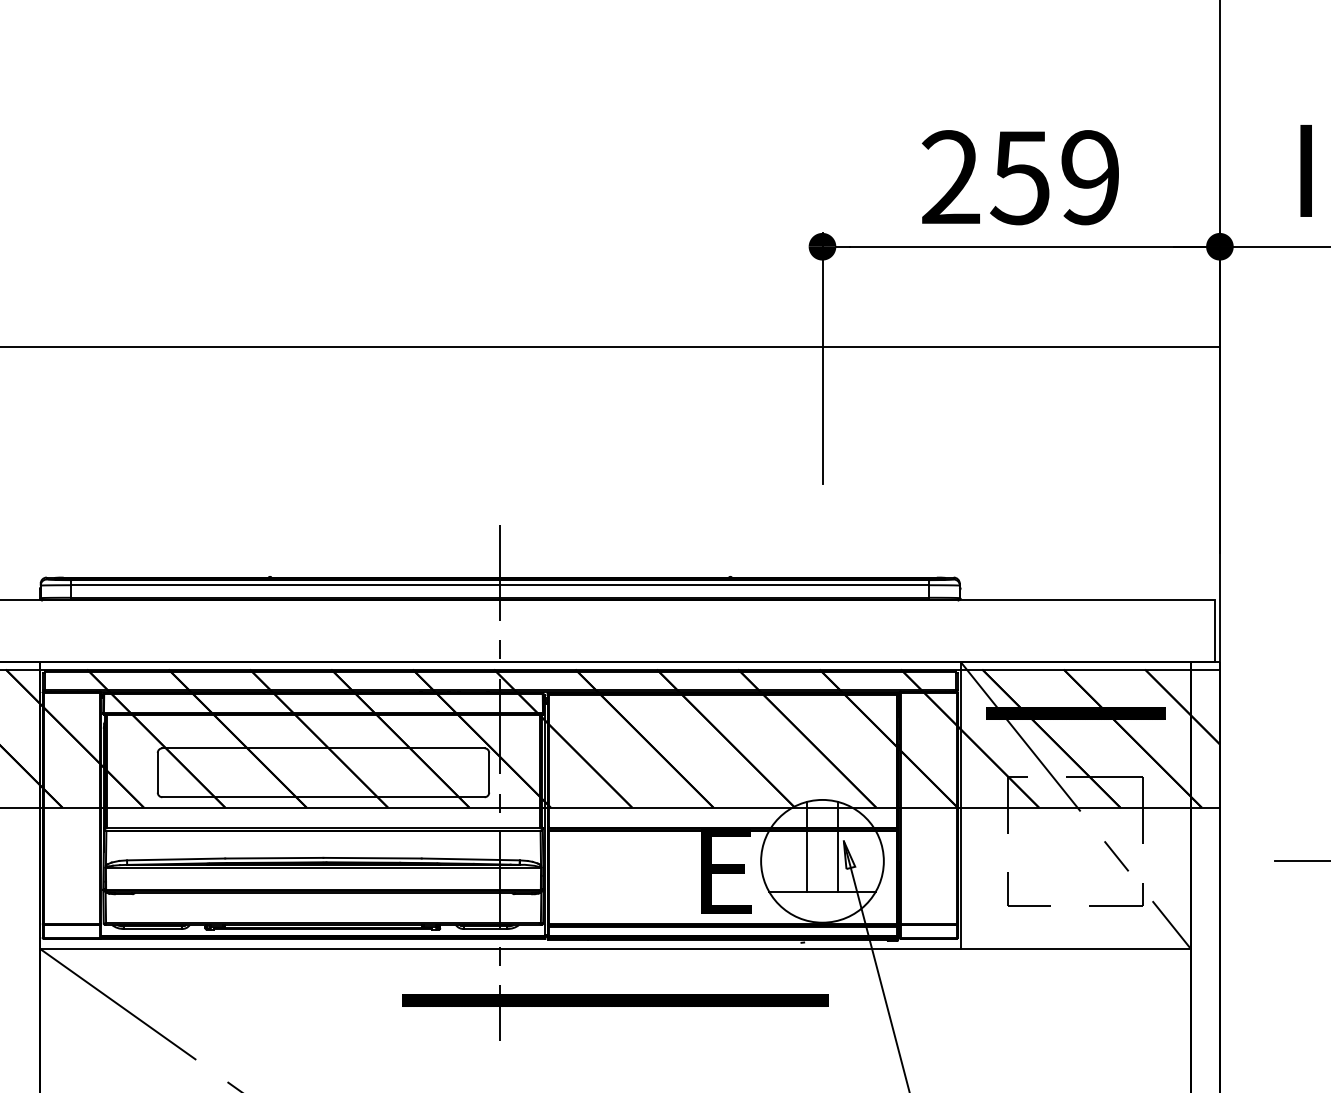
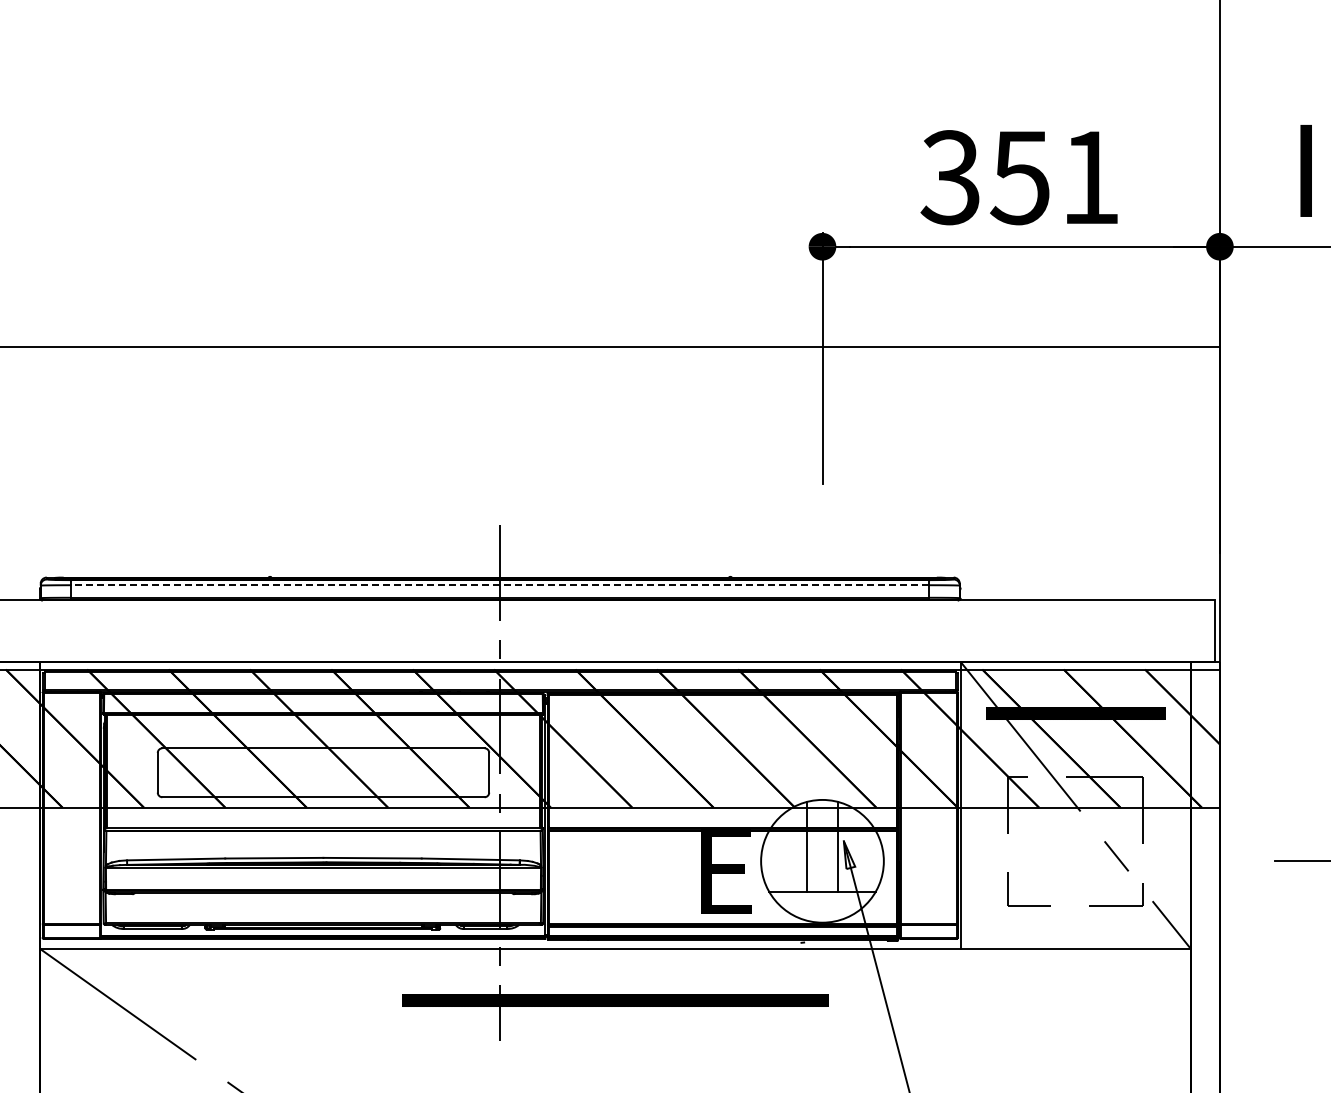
text at (1019, 177): 259 -> 351
line at (500, 585): solid -> dashed
